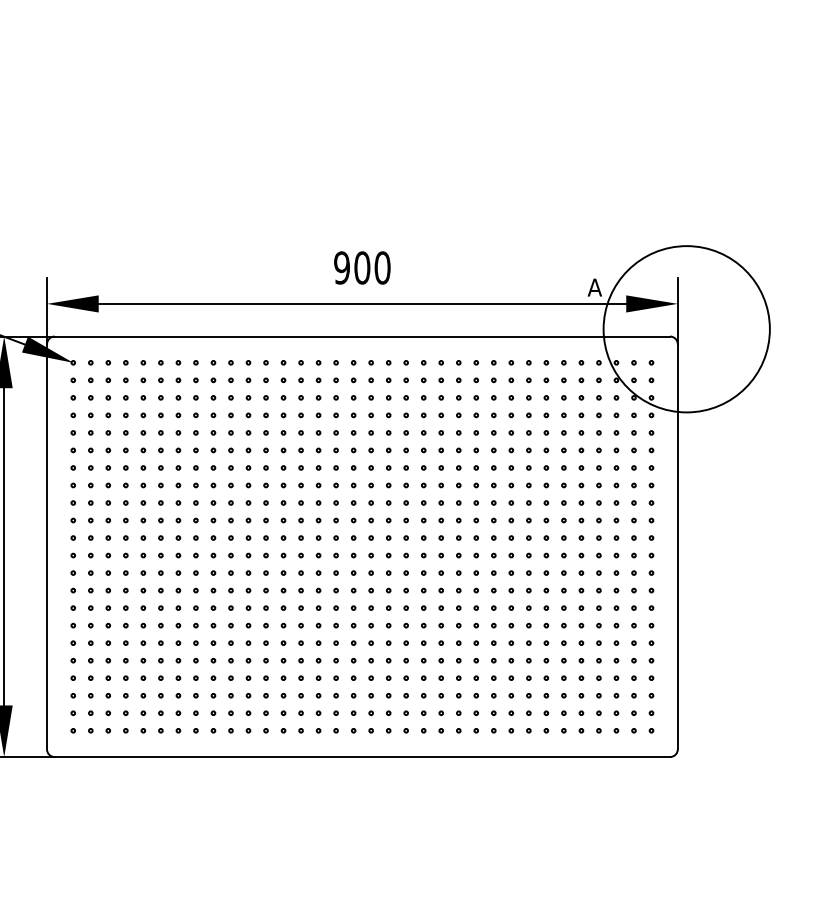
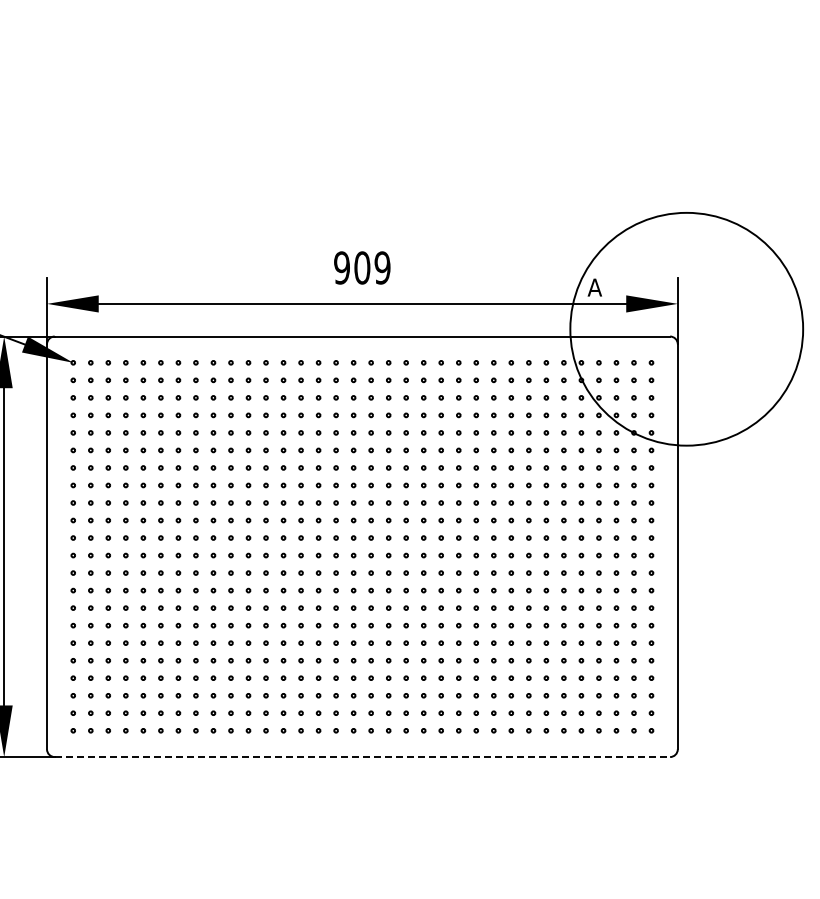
text at (382, 267): 900 -> 909
circle at (686, 329) diameter: 166 px -> 233 px
line at (362, 757): solid -> dashed
